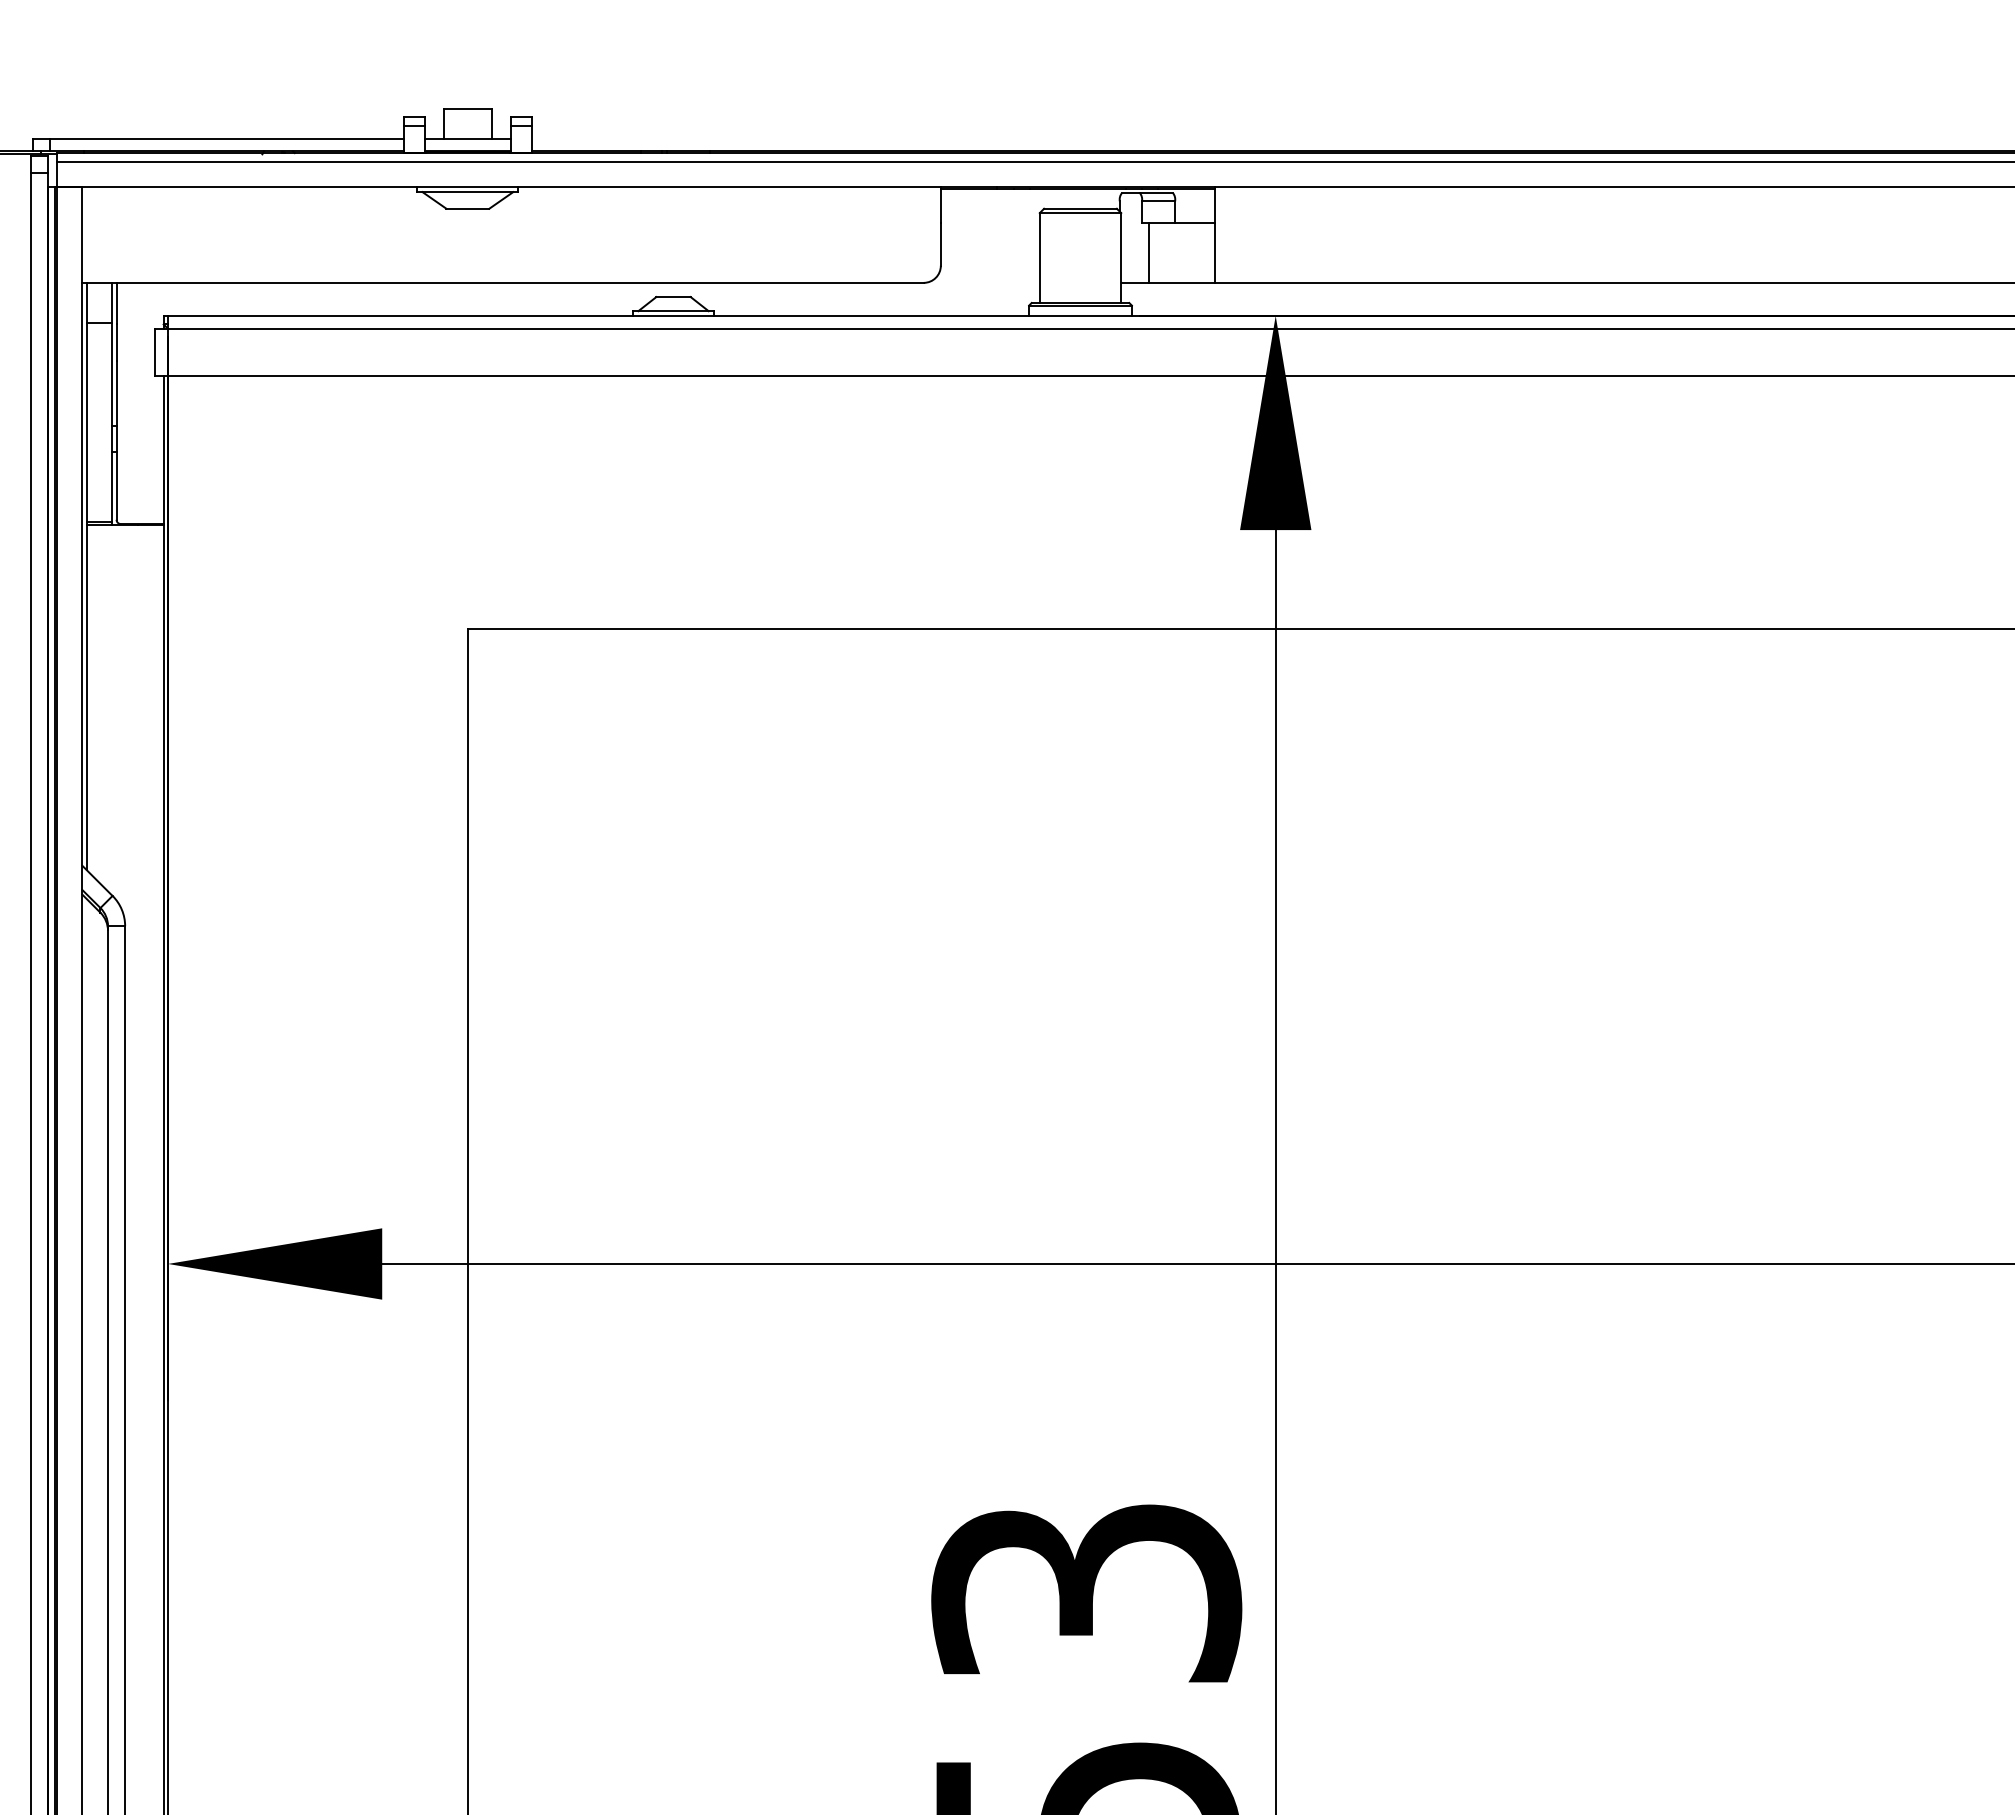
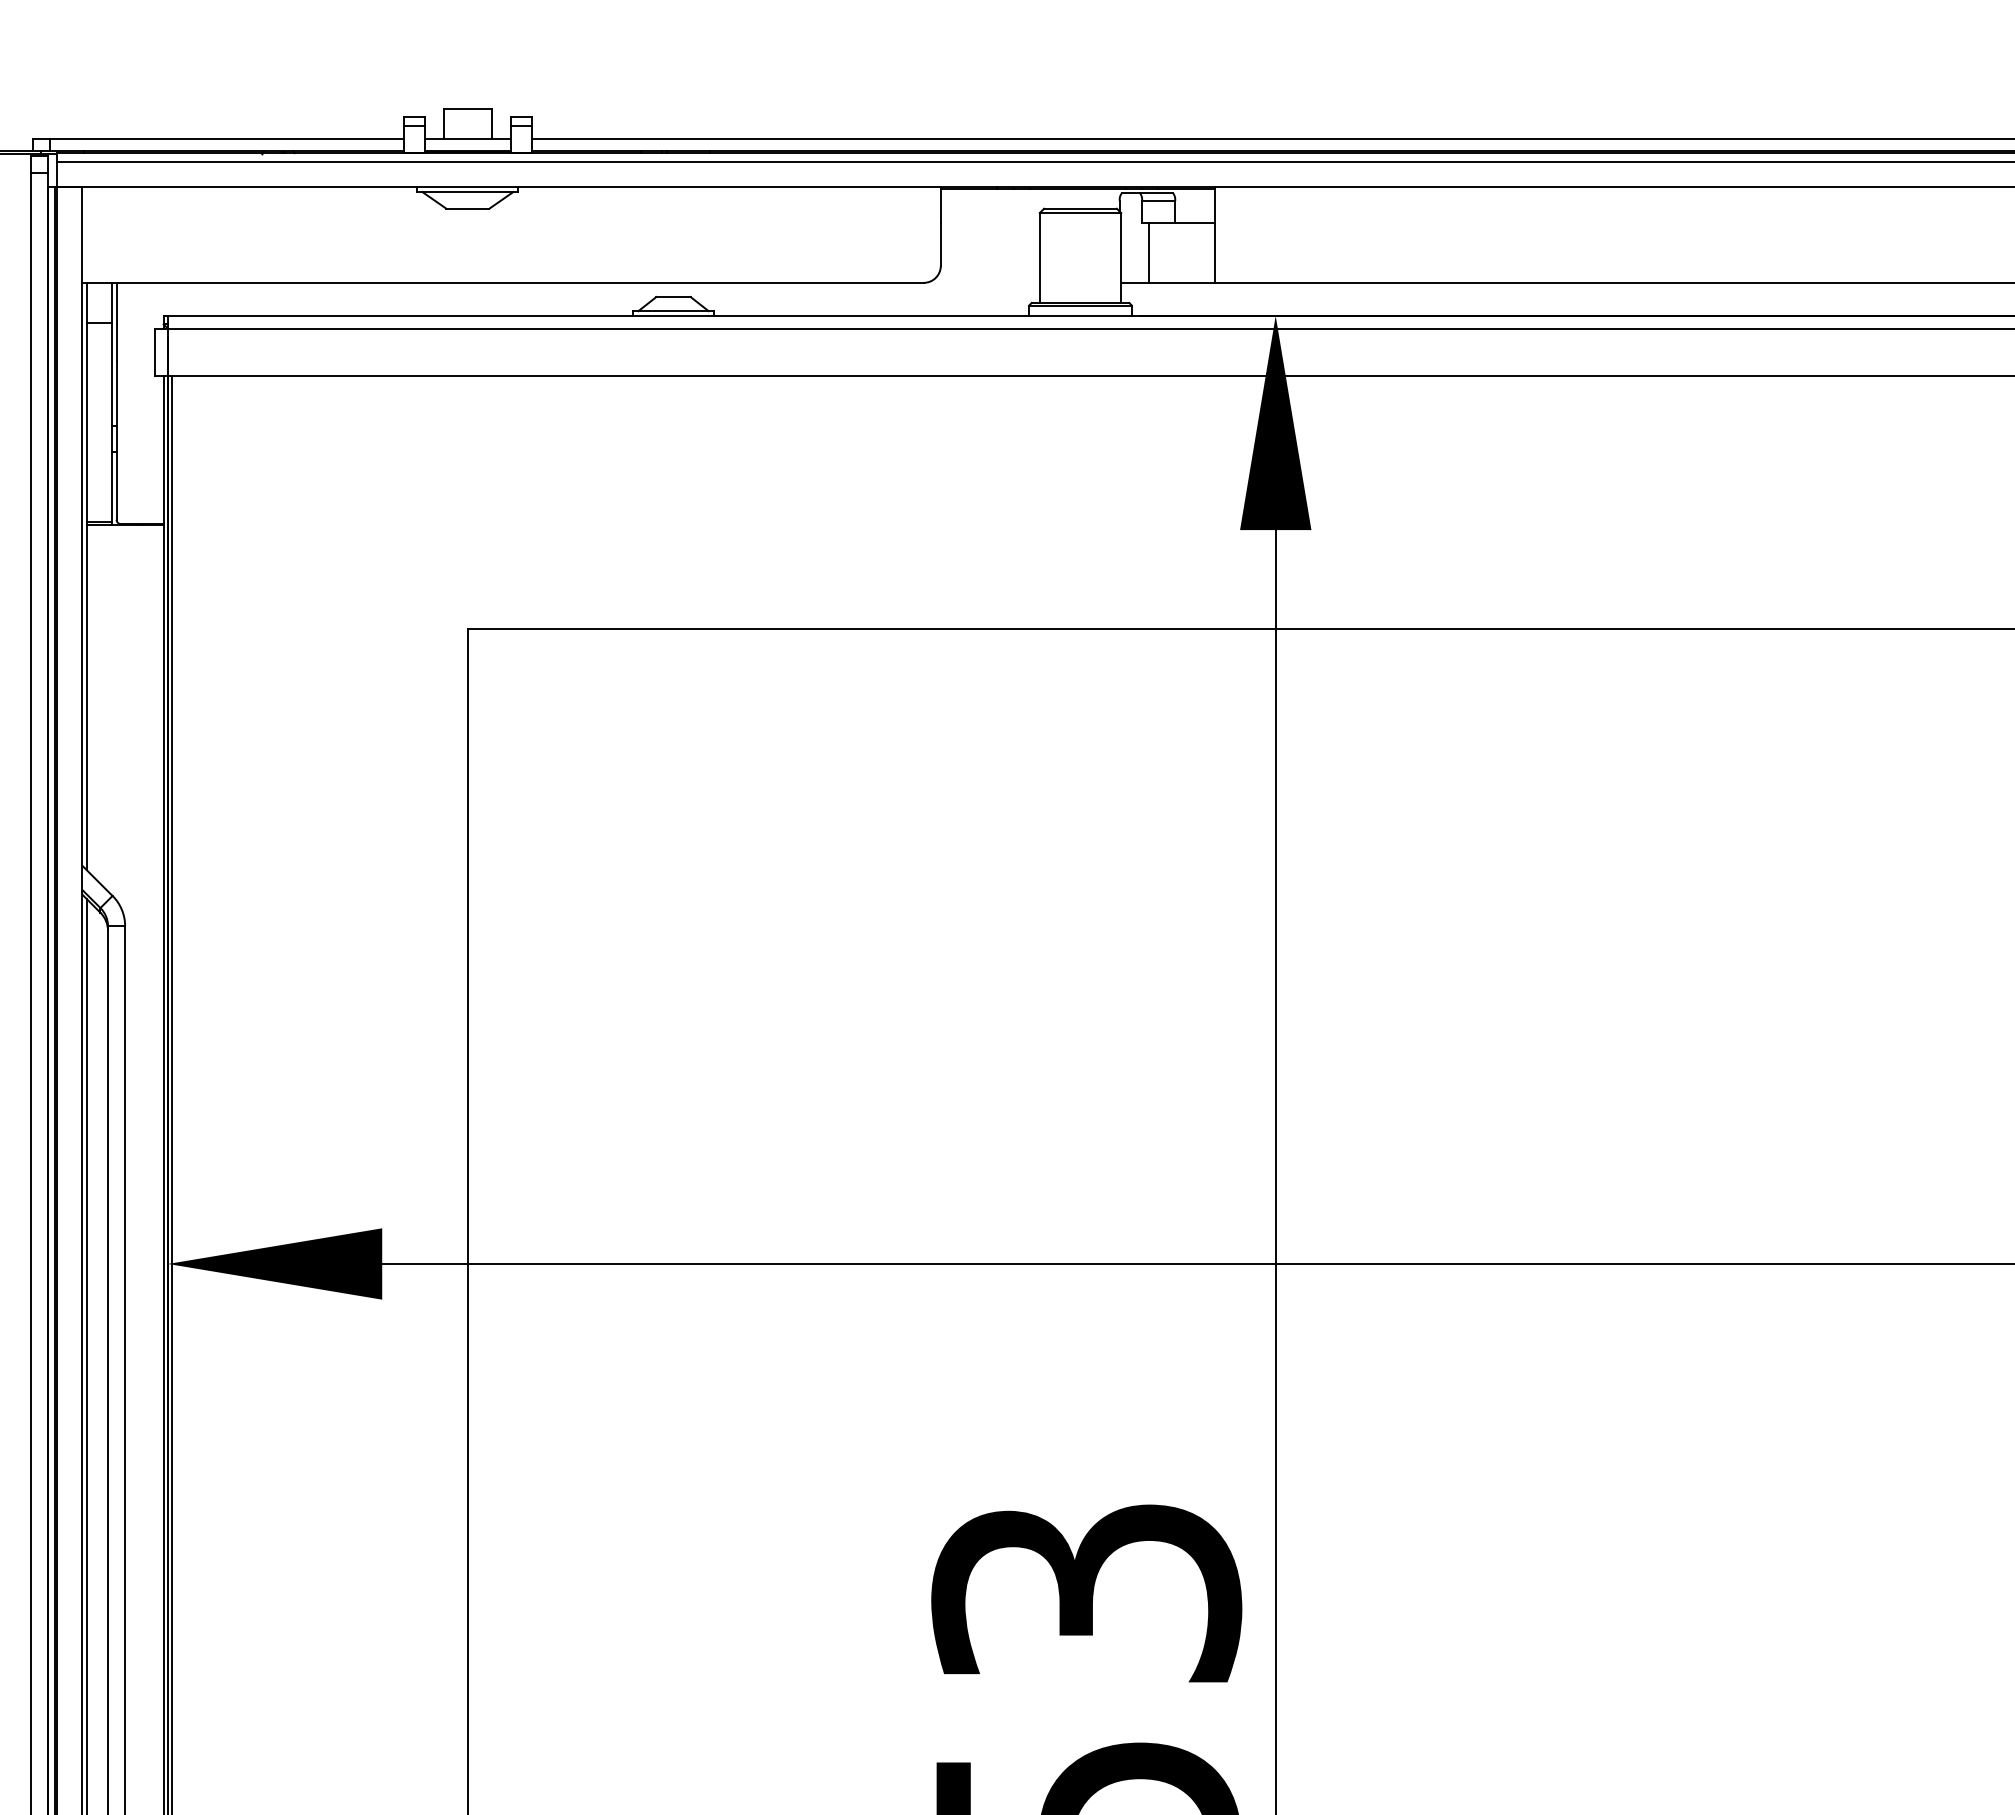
line at (1271, 138): none -> present
line at (172, 1093): none -> present
line at (86, 1354): none -> present
